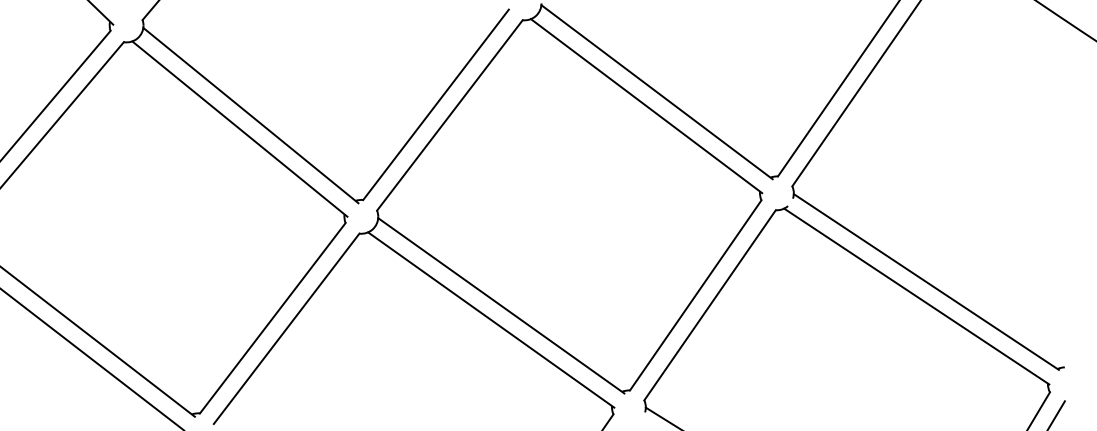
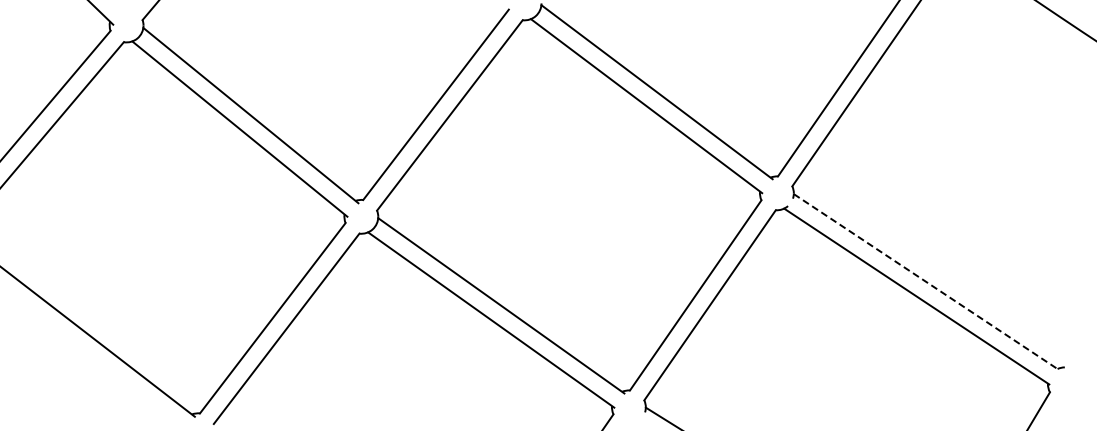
line at (926, 282): solid -> dashed
line at (91, 358): present -> none
line at (1056, 414): present -> none
